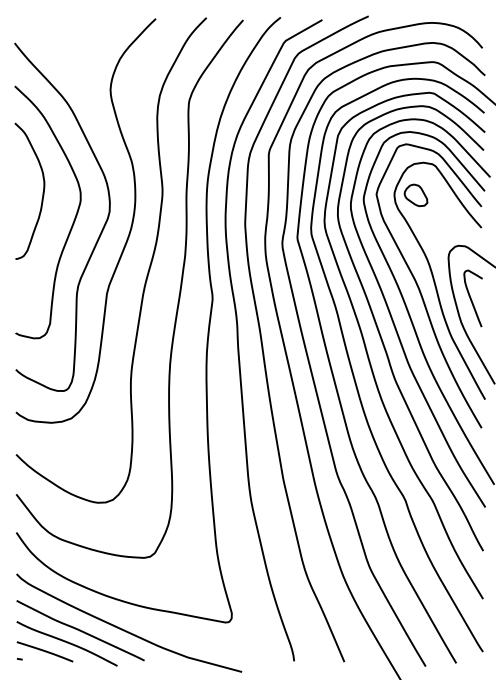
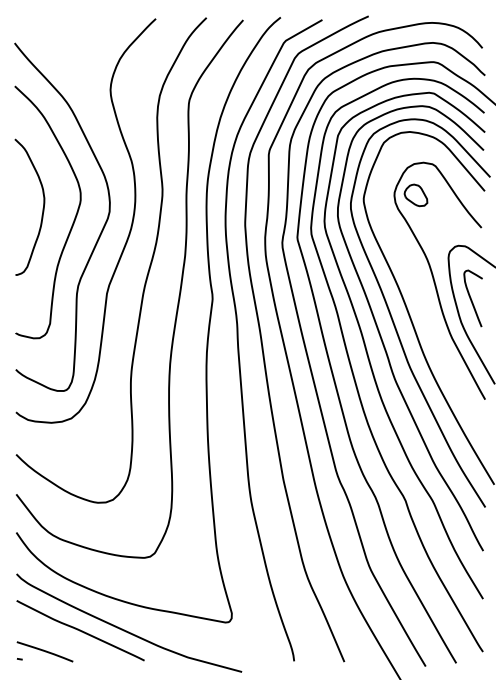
curve at (42, 192) position: (42, 192) -> (42, 208)
curve at (420, 289): present -> none
curve at (66, 642): present -> none
